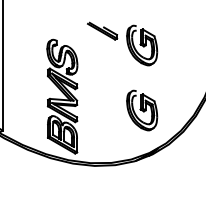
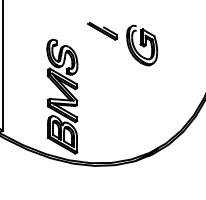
part at (142, 110): present -> none
